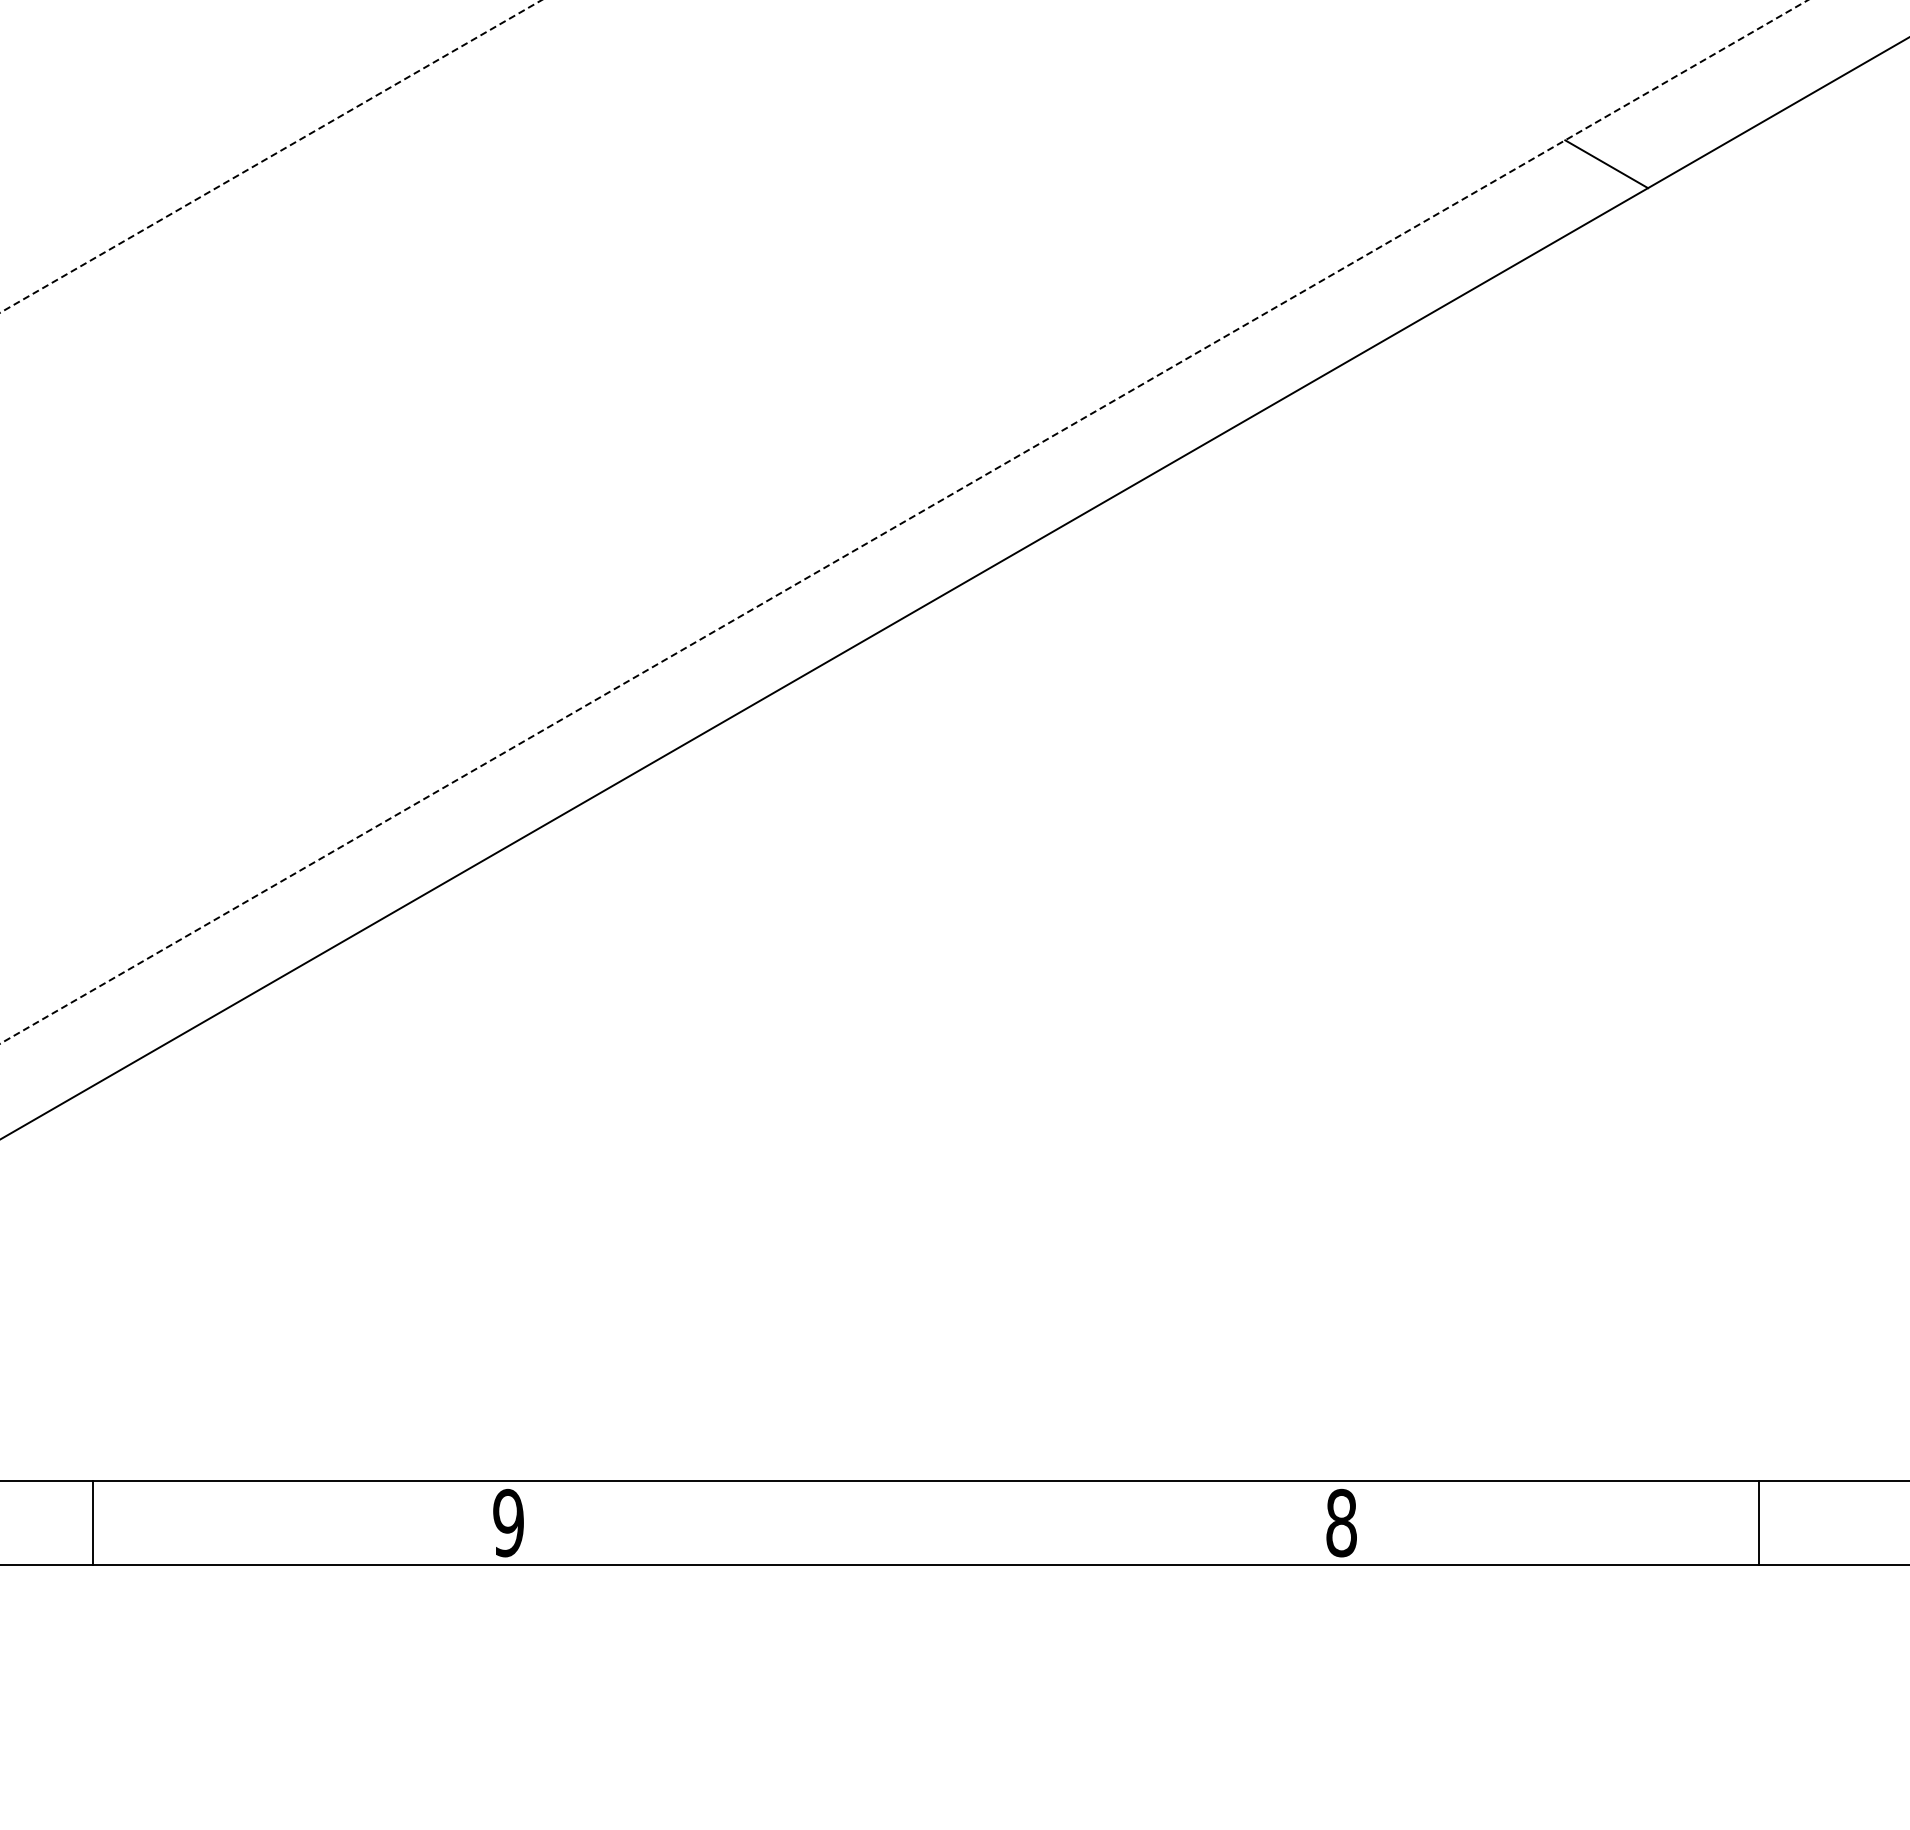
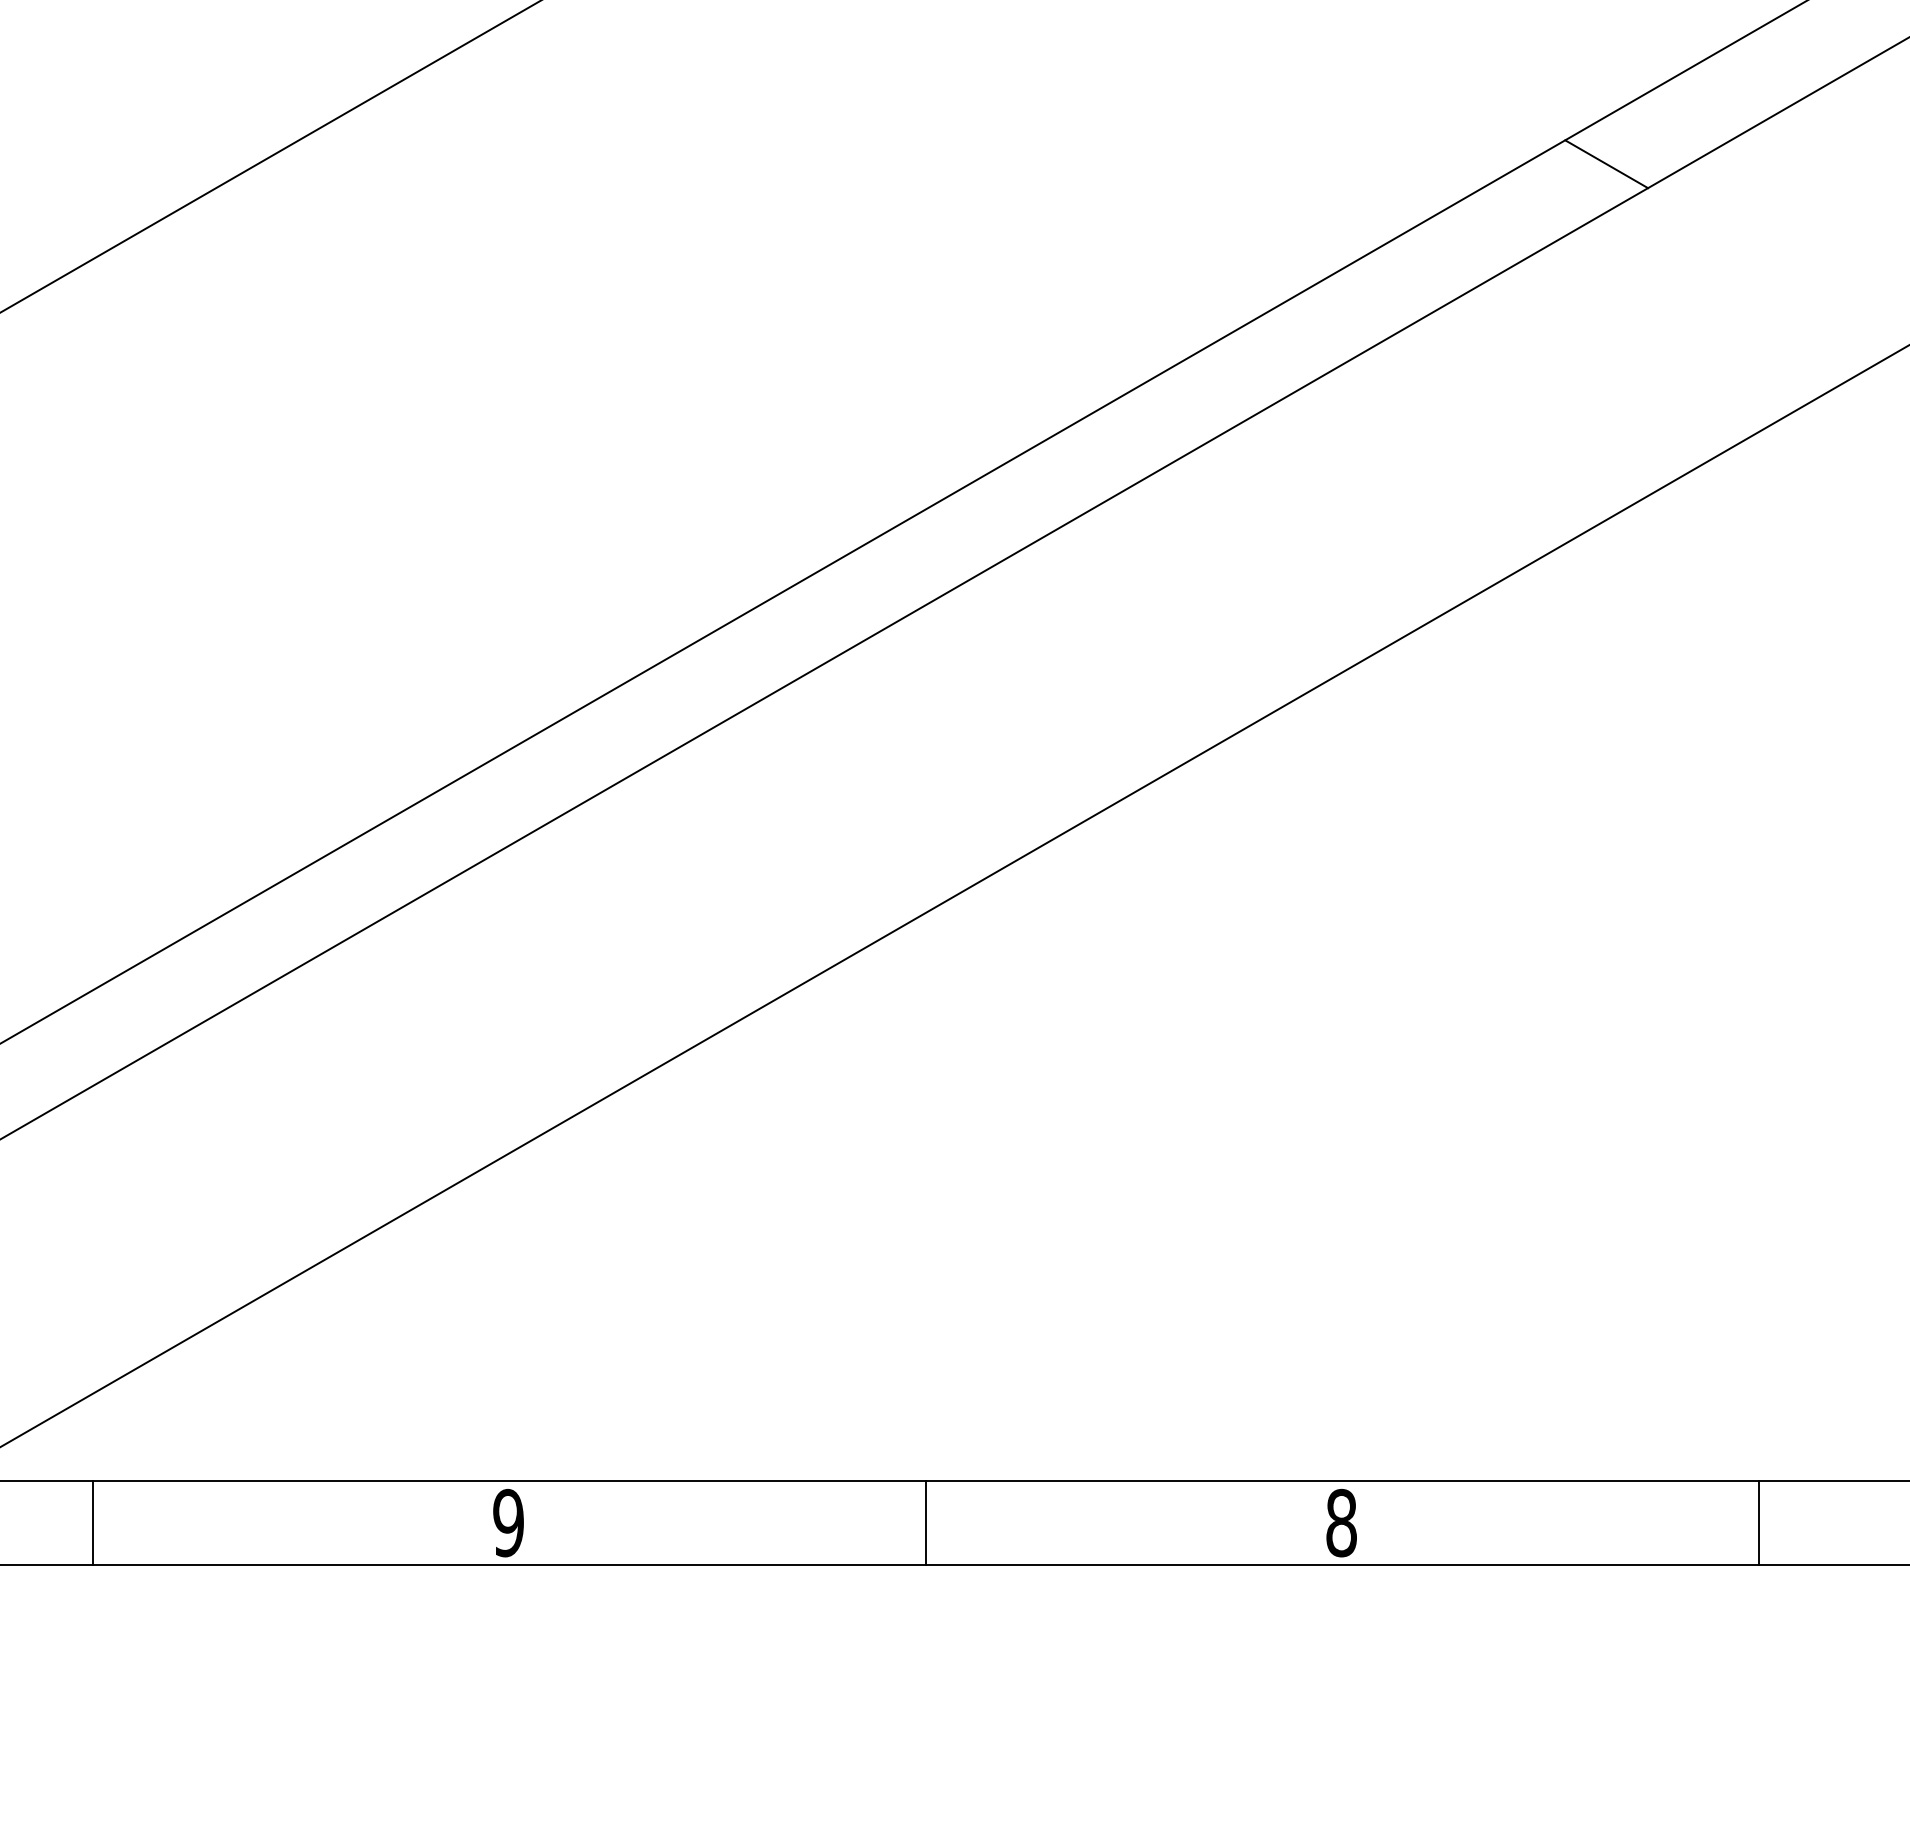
line at (271, 156): dashed -> solid
line at (904, 521): dashed -> solid
line at (954, 895): none -> present
line at (925, 1522): none -> present
